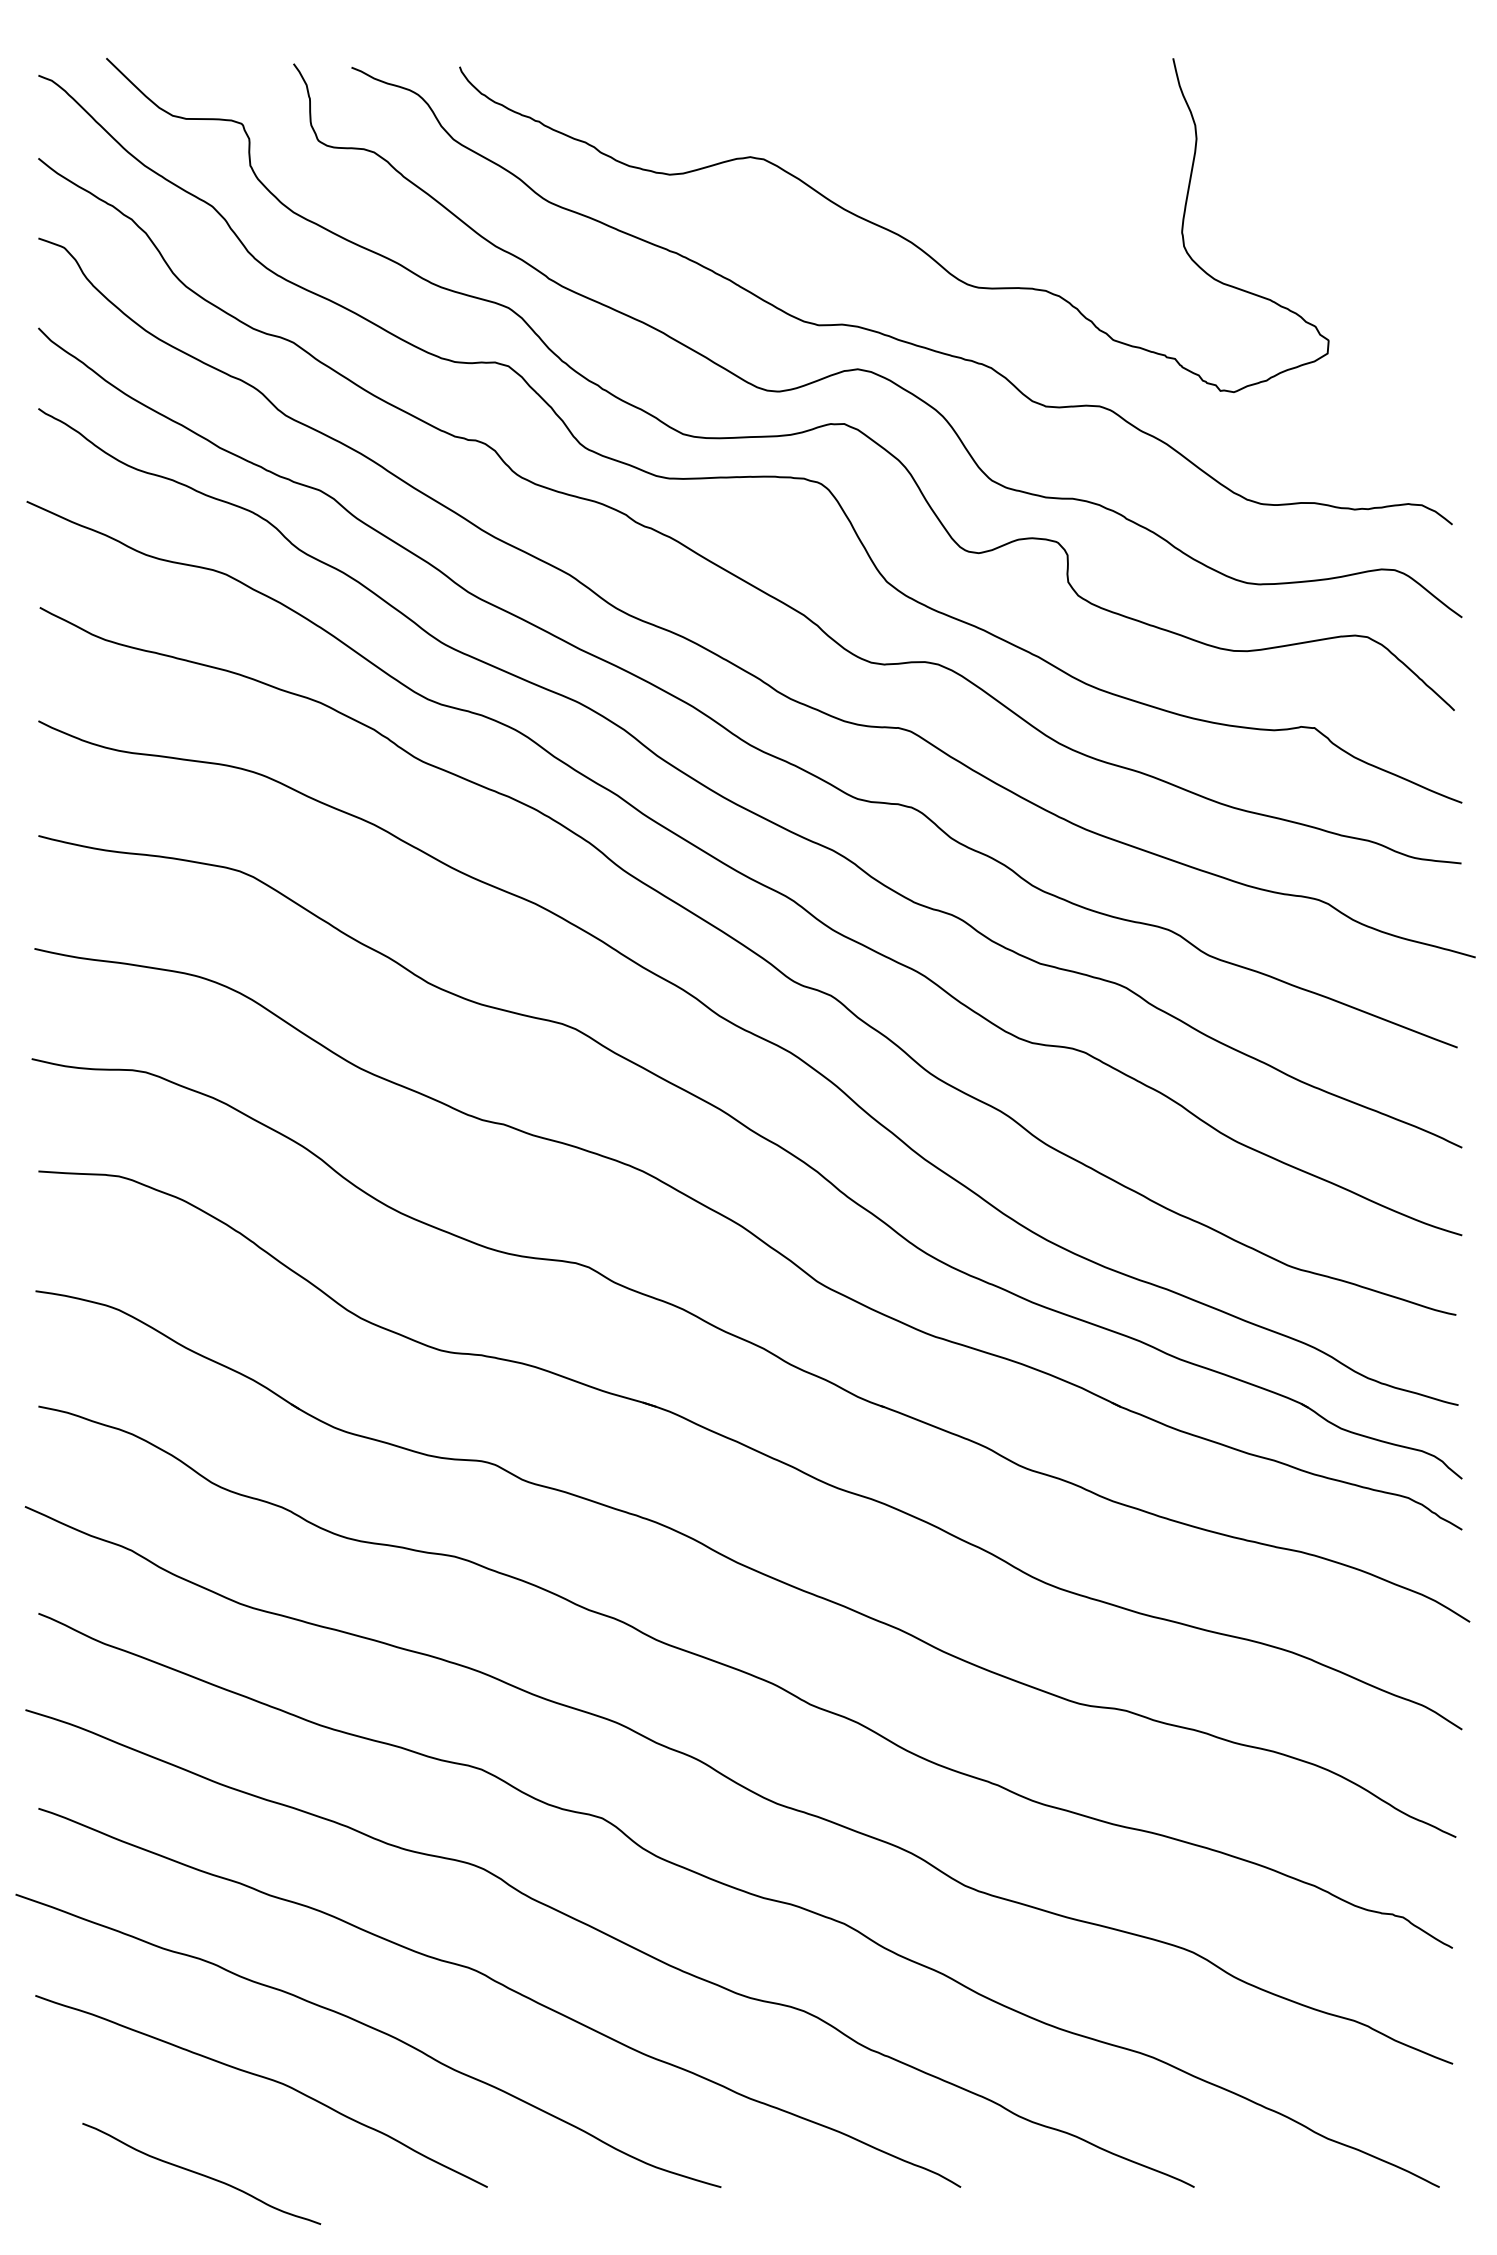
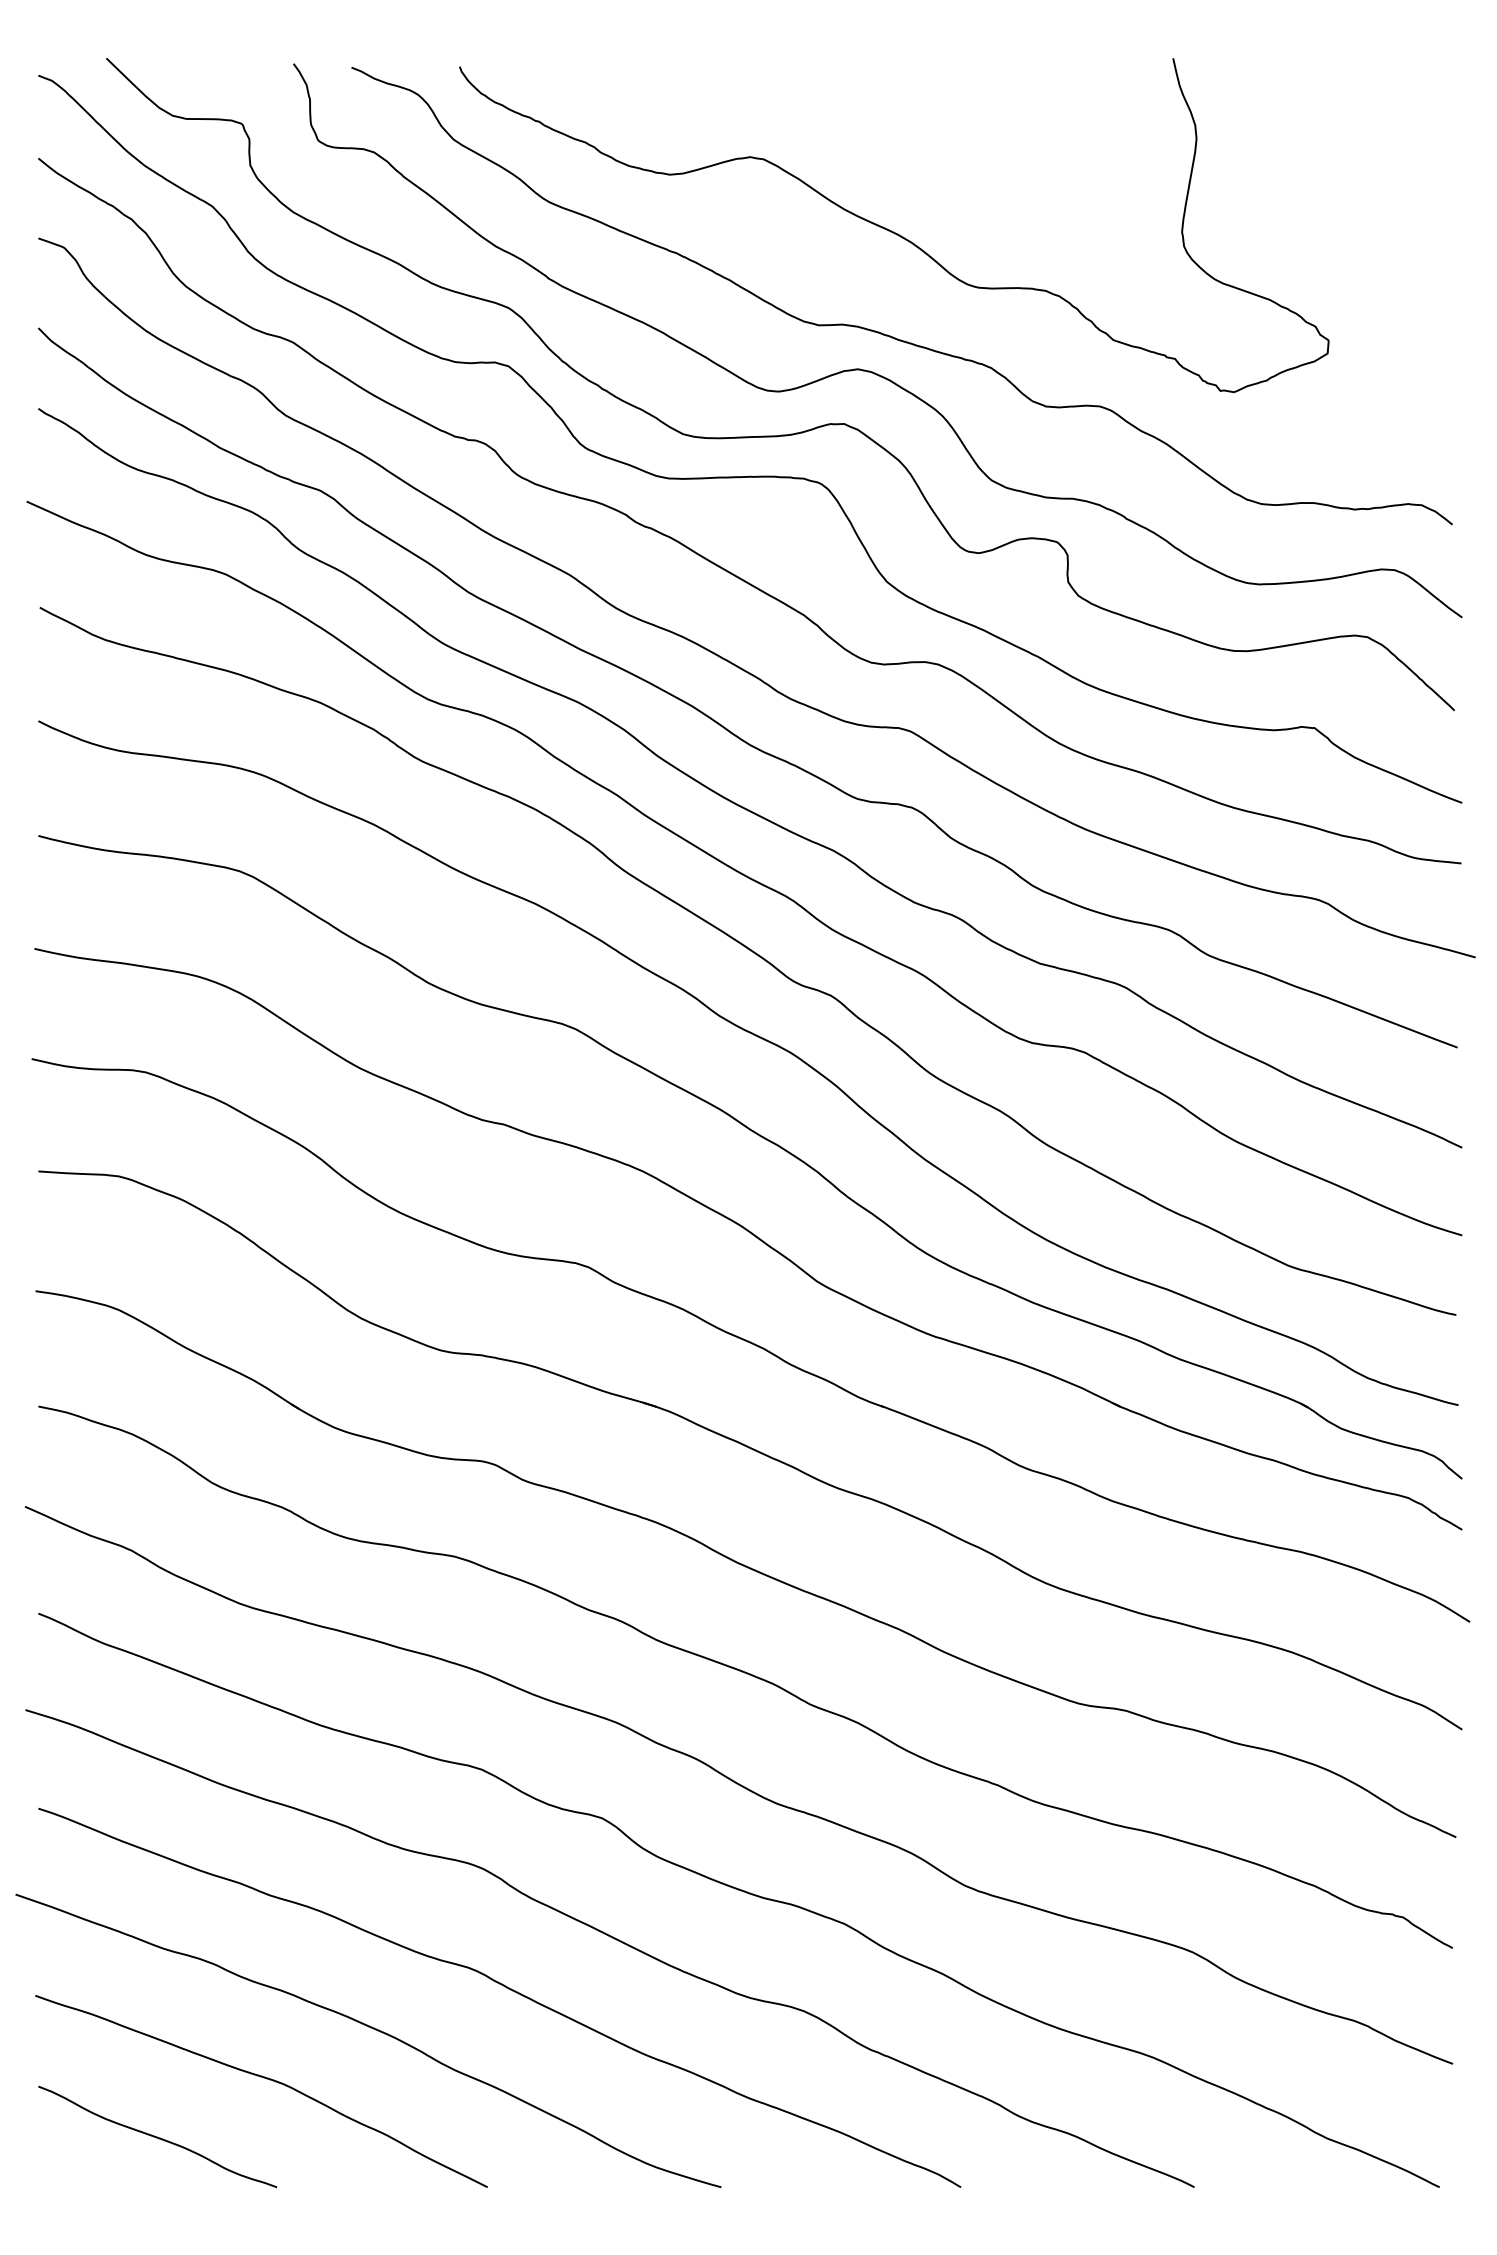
curve at (201, 2173) position: (201, 2173) -> (157, 2136)
